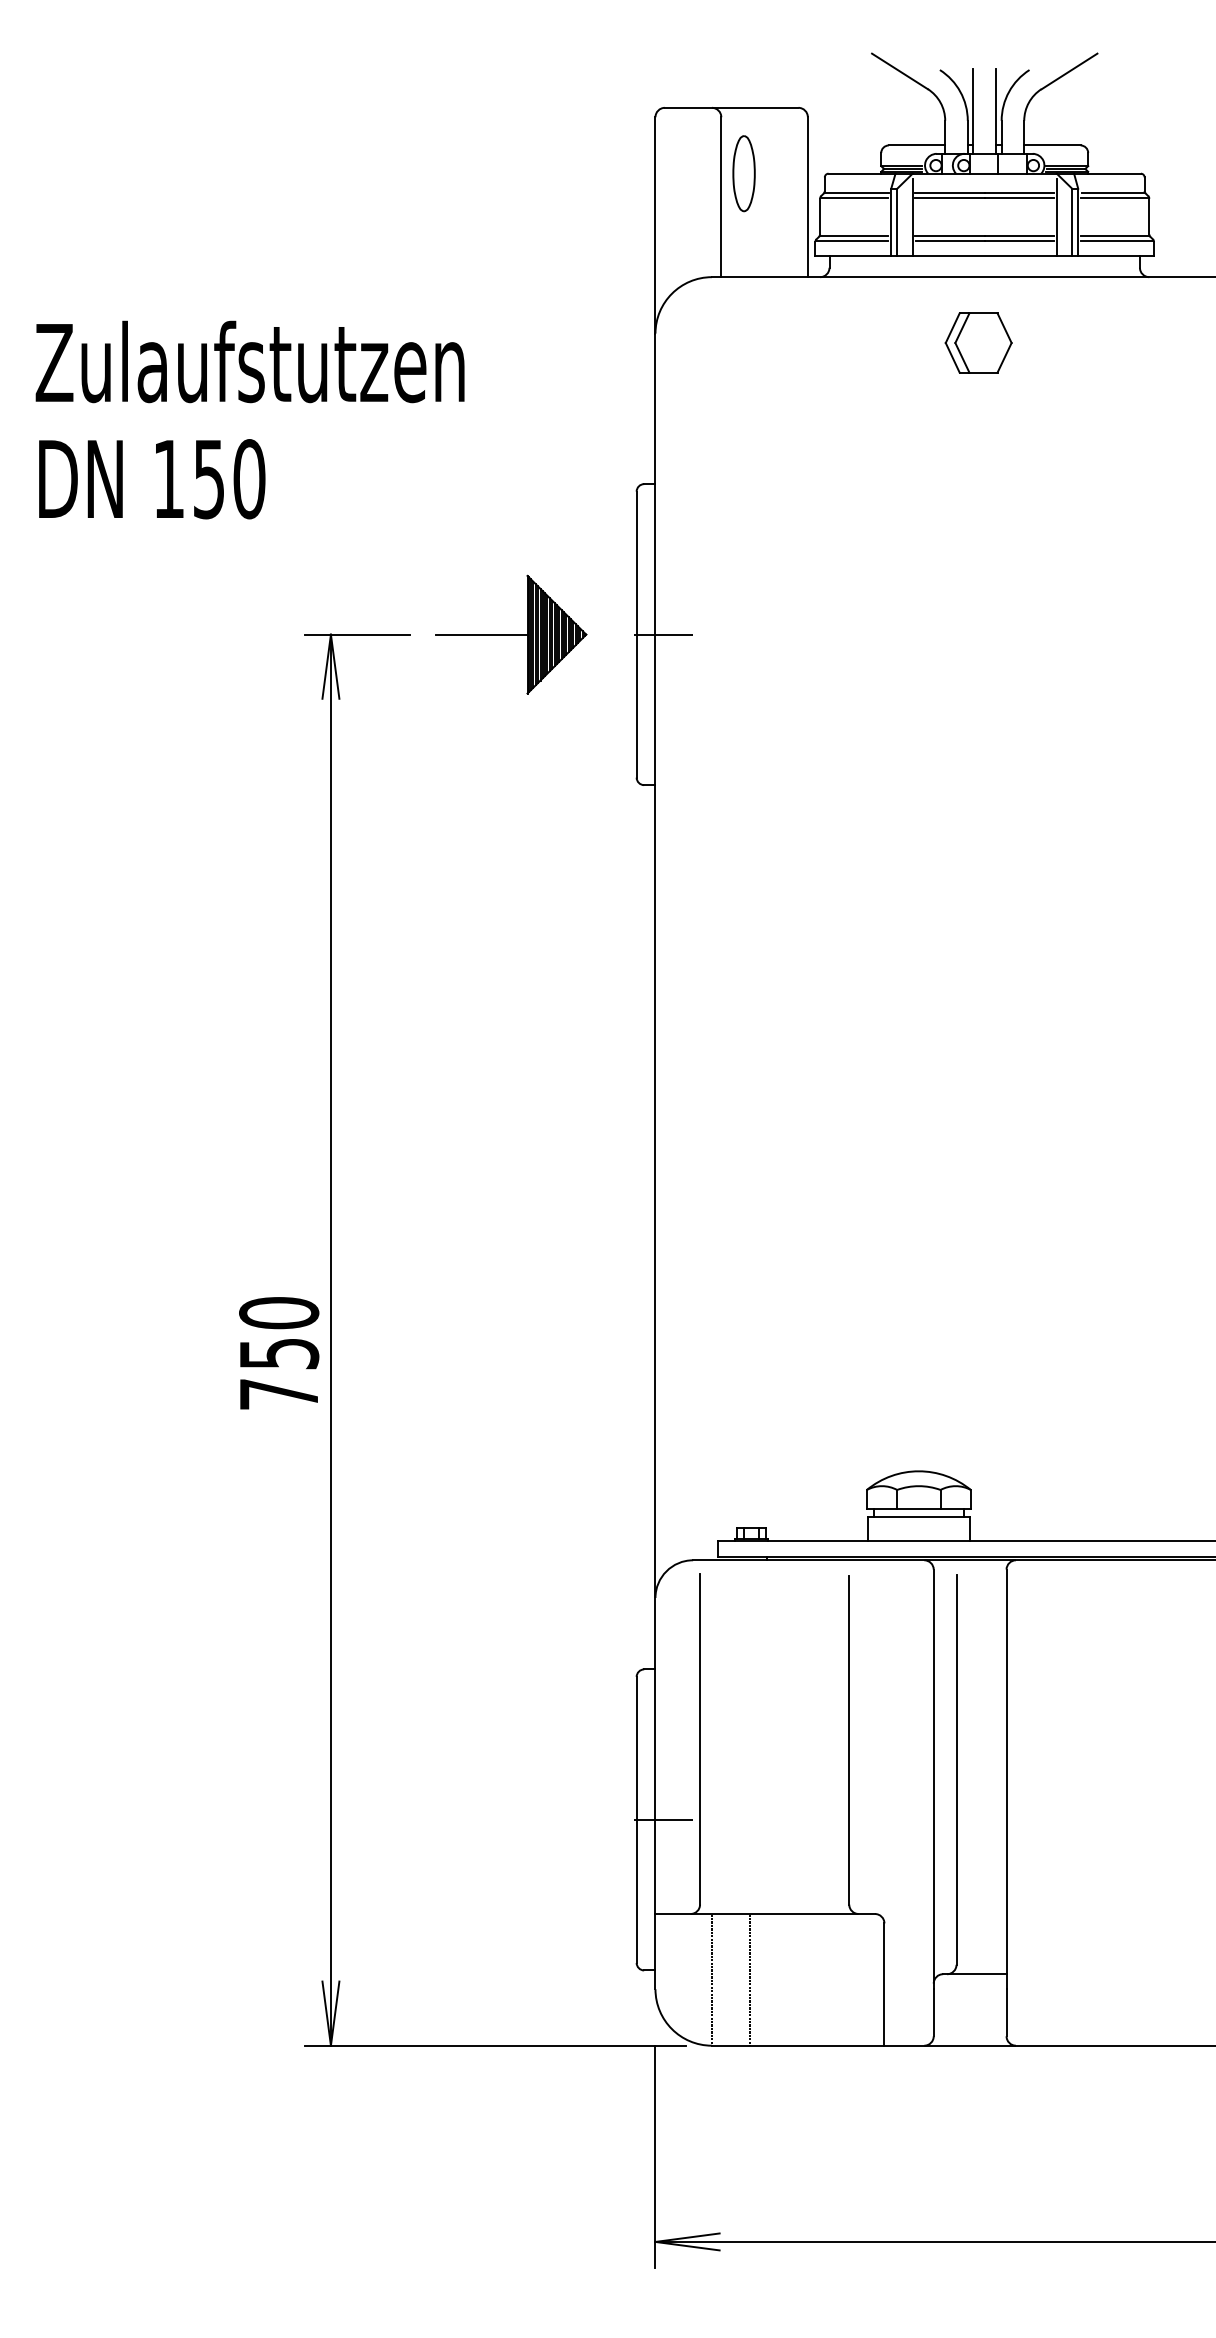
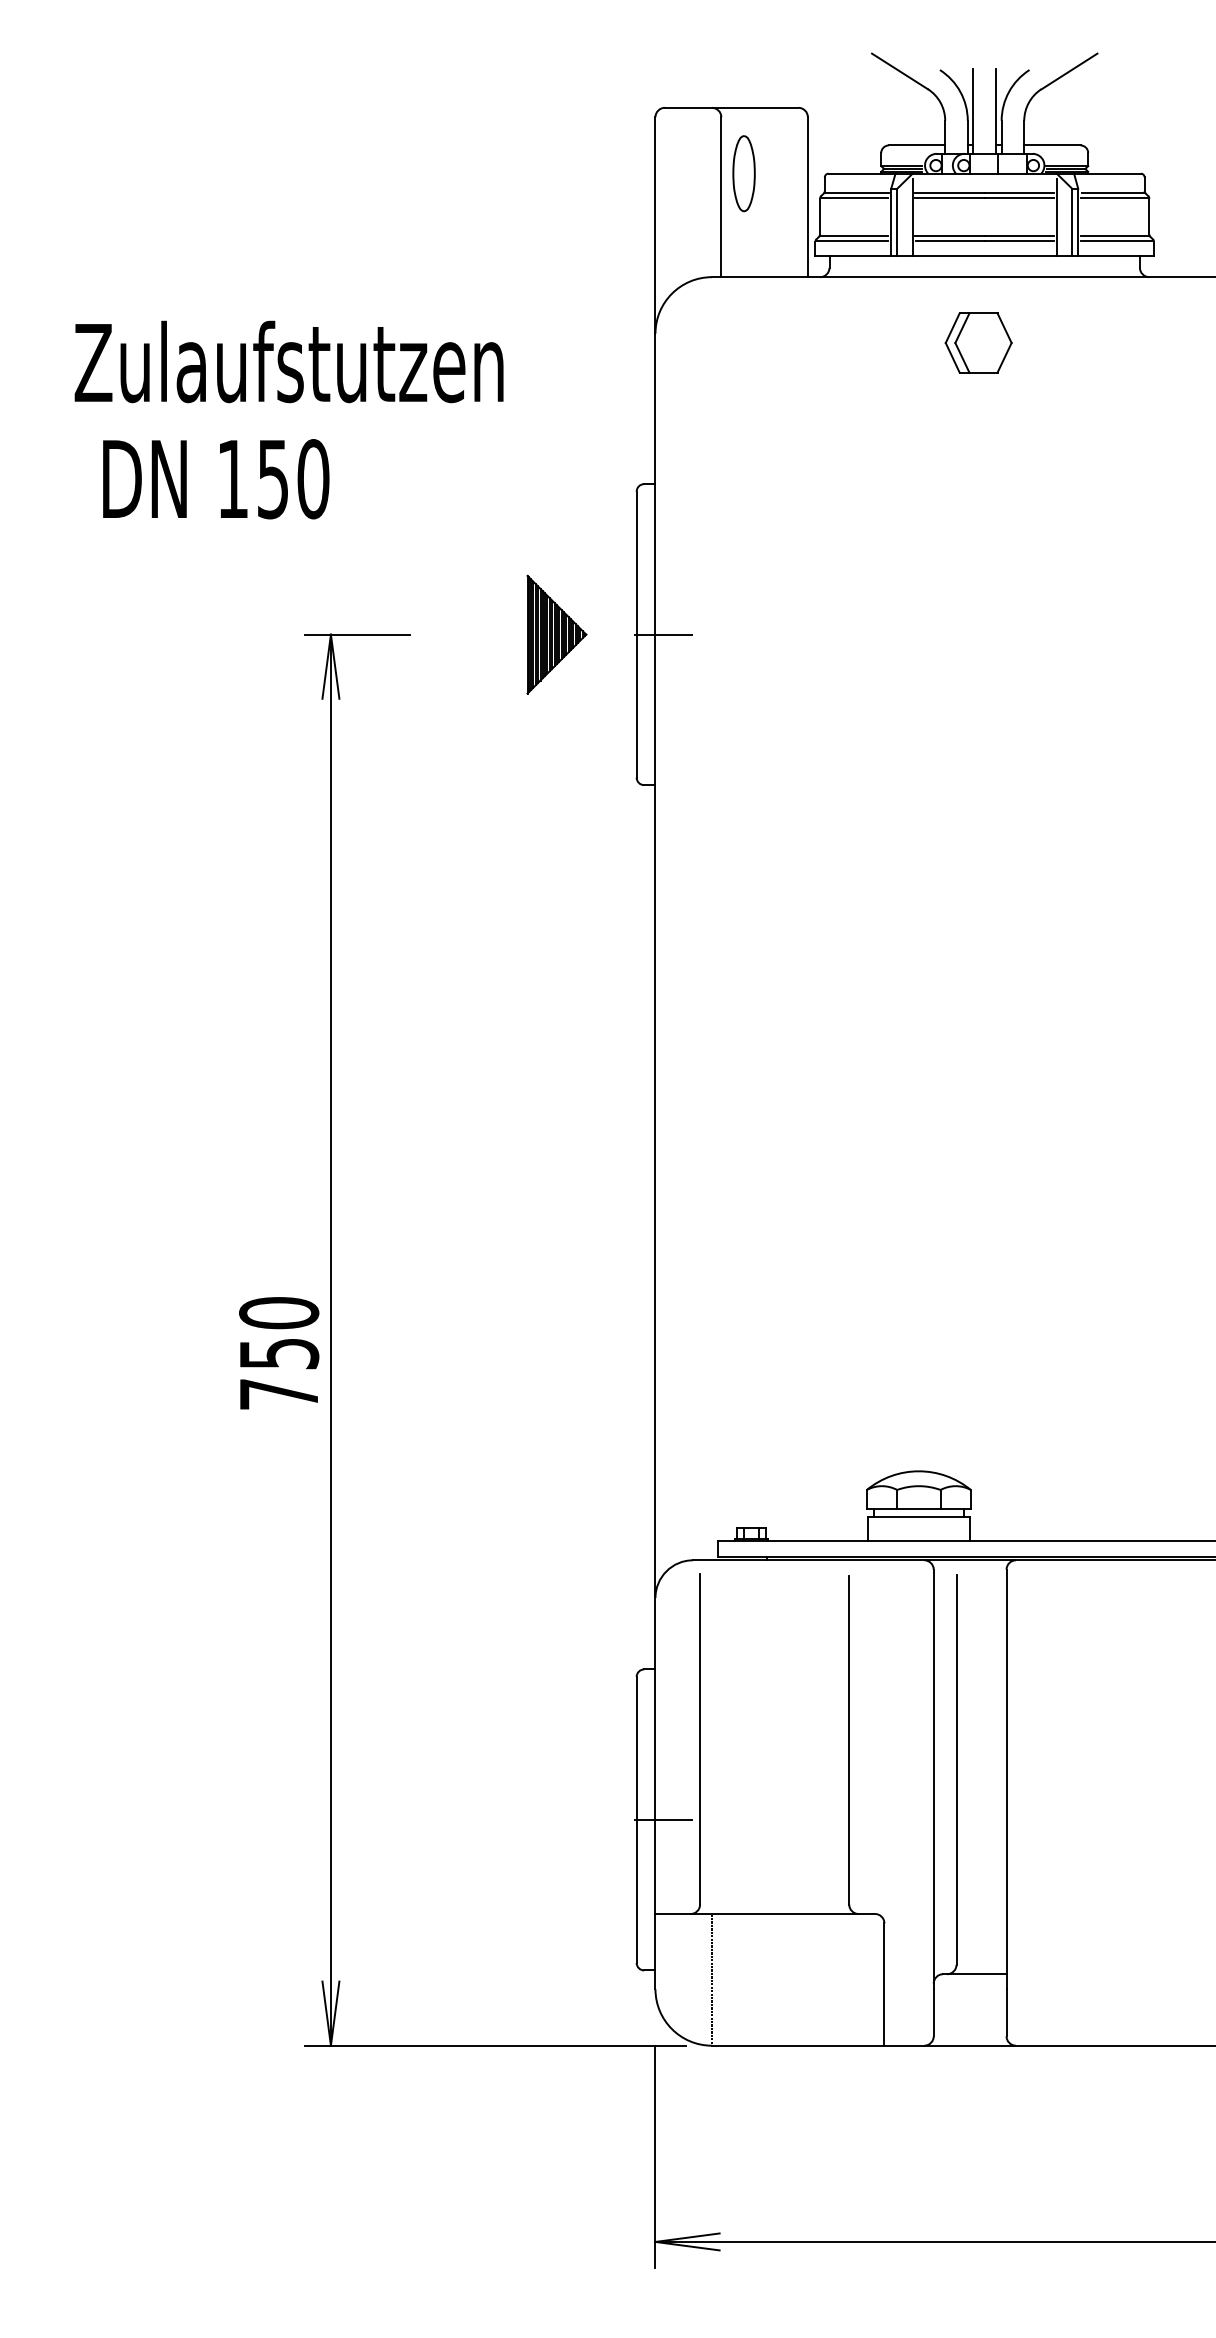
text at (249, 361) position: (249, 361) -> (288, 361)
text at (152, 479) position: (152, 479) -> (216, 479)
line at (481, 634): present -> none
line at (749, 1979): present -> none
